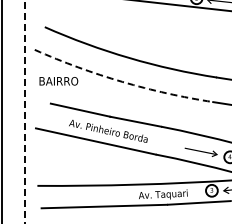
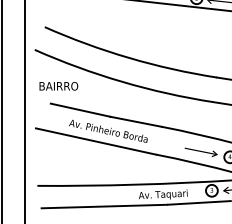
text at (58, 81) position: (58, 81) -> (58, 86)
arc at (122, 81): dashed -> solid
line at (25, 111): dashed -> solid
